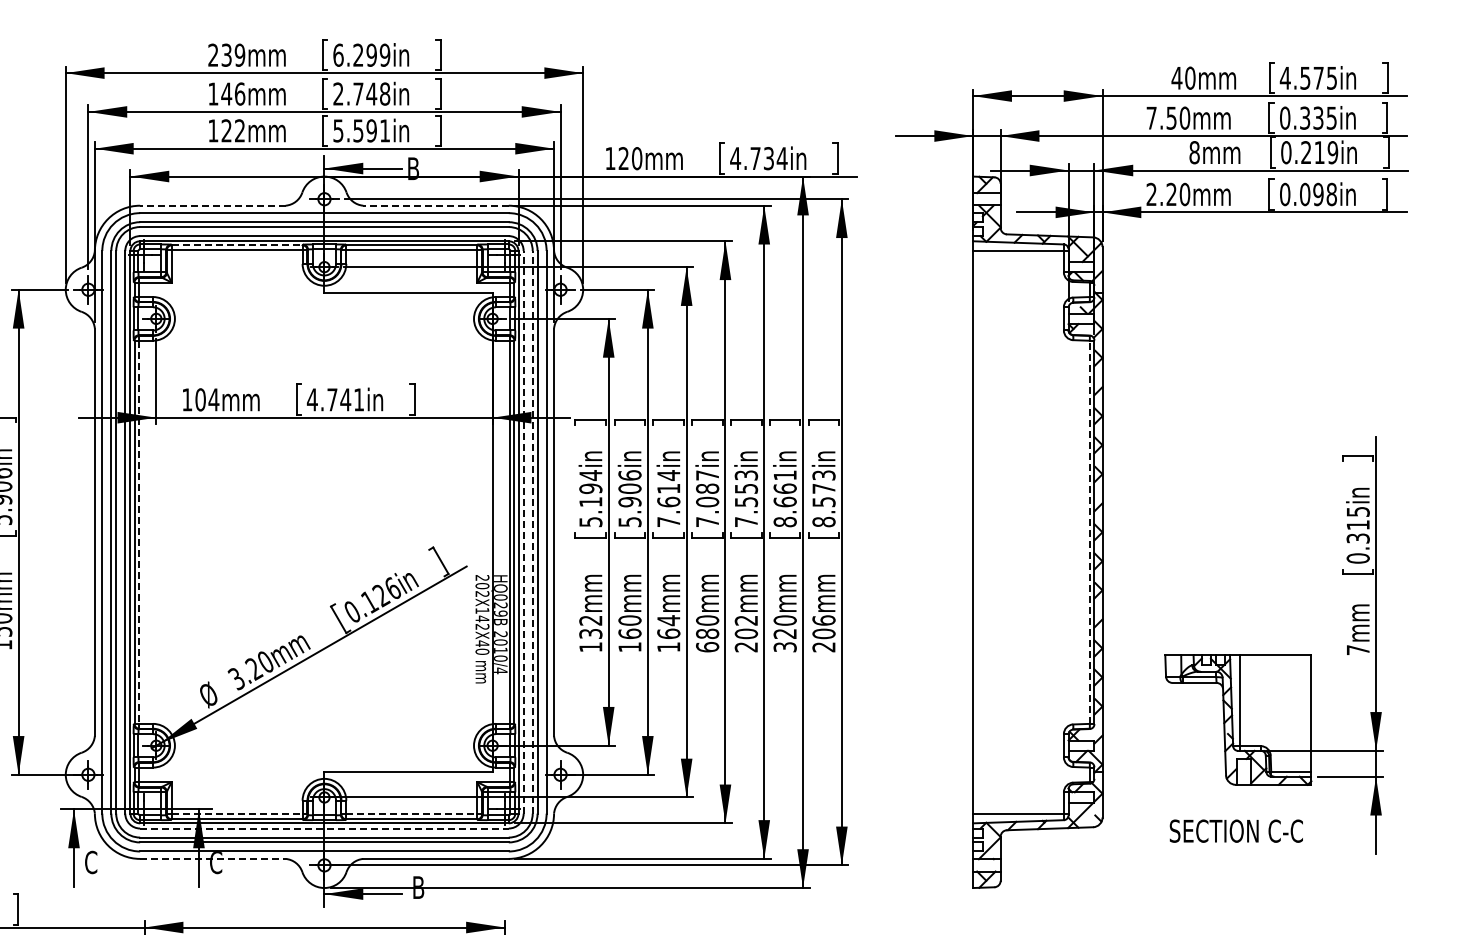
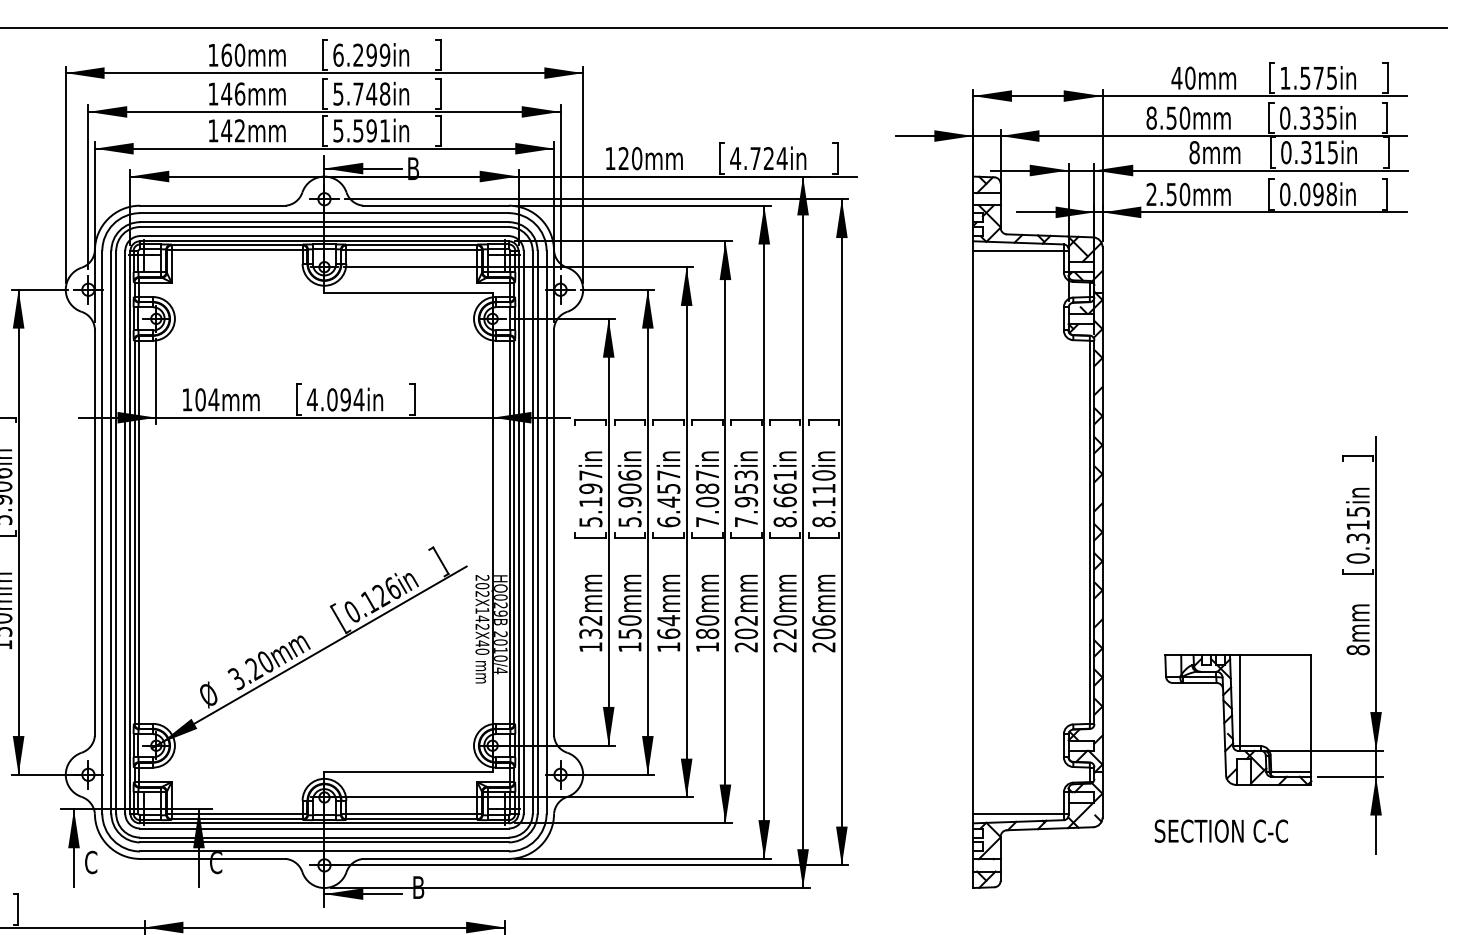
line at (724, 27): none -> present
text at (226, 54): 239mm -> 160mm
text at (1284, 78): 4.575in -> 1.575in
text at (338, 93): 2.748in -> 5.748in
text at (1151, 117): 7.50mm -> 8.50mm
text at (226, 130): 122mm -> 142mm
text at (1319, 152): 0.219in -> 0.315in
text at (768, 158): 4.734in -> 4.724in
text at (1171, 194): 2.20mm -> 2.50mm
line at (212, 205): dashed -> solid
line at (436, 205): dashed -> solid
line at (237, 245): dashed -> solid
text at (345, 399): 4.741in -> 4.094in
text at (590, 475): 5.194in -> 5.197in
text at (823, 488): 8.573in -> 8.110in
text at (668, 498): 7.614in -> 6.457in
text at (745, 502): 7.553in -> 7.953in
line at (523, 531): dashed -> solid
line at (532, 531): dashed -> solid
line at (139, 532): dashed -> solid
line at (1089, 532): dashed -> solid
text at (629, 633): 160mm -> 150mm
text at (707, 646): 680mm -> 180mm
text at (784, 647): 320mm -> 220mm
text at (1357, 650): 7mm -> 8mm
line at (237, 814): dashed -> solid
line at (412, 814): dashed -> solid
line at (324, 828): dashed -> solid
text at (1235, 830) position: (1235, 830) -> (1220, 830)
line at (212, 858): dashed -> solid
